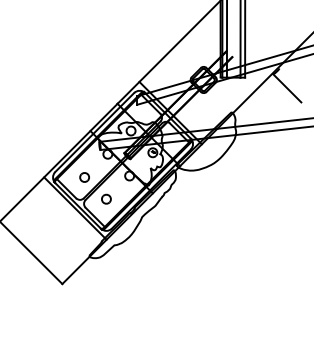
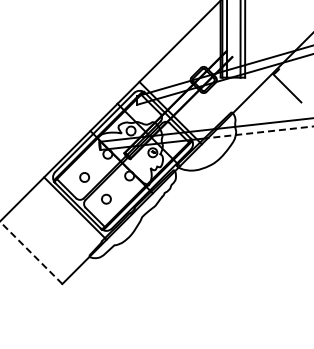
line at (260, 132): solid -> dashed
line at (31, 253): solid -> dashed
